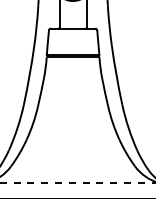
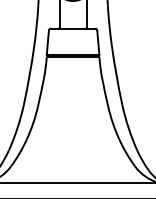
line at (78, 182): dashed -> solid
